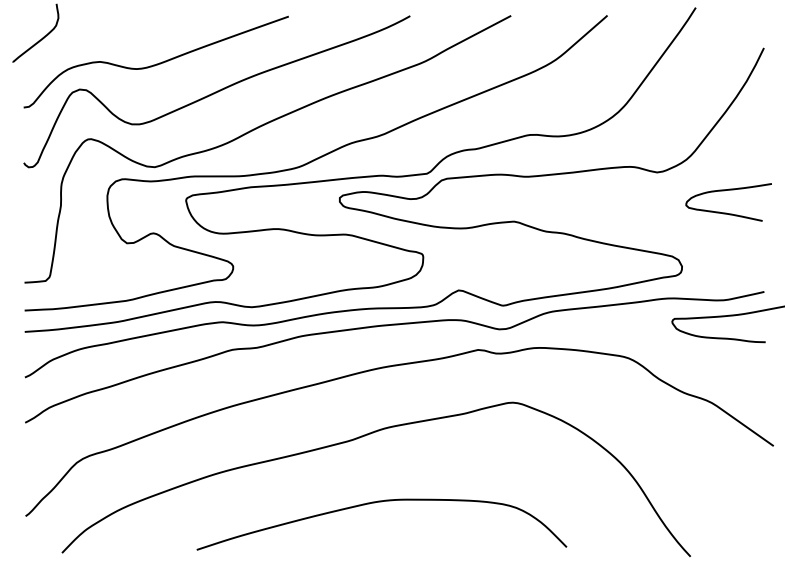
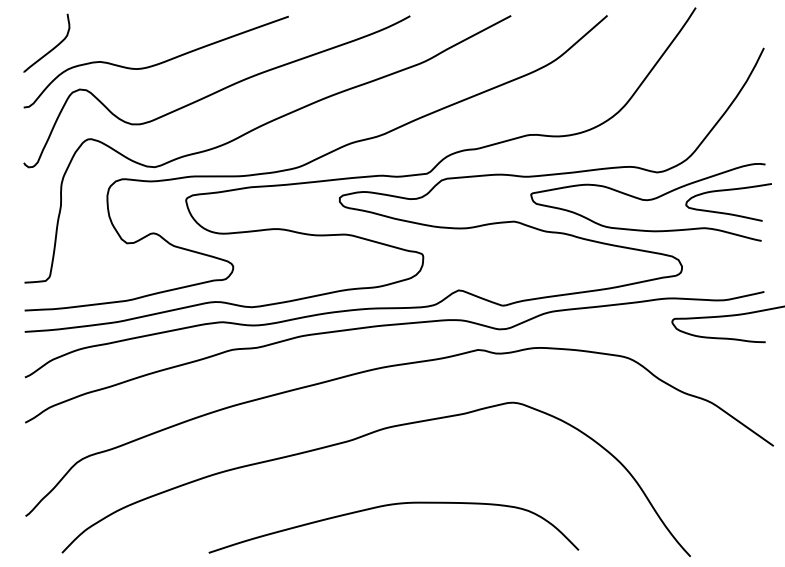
curve at (41, 38) position: (41, 38) -> (52, 48)
curve at (647, 201): none -> present
curve at (375, 503) position: (375, 503) -> (387, 506)
